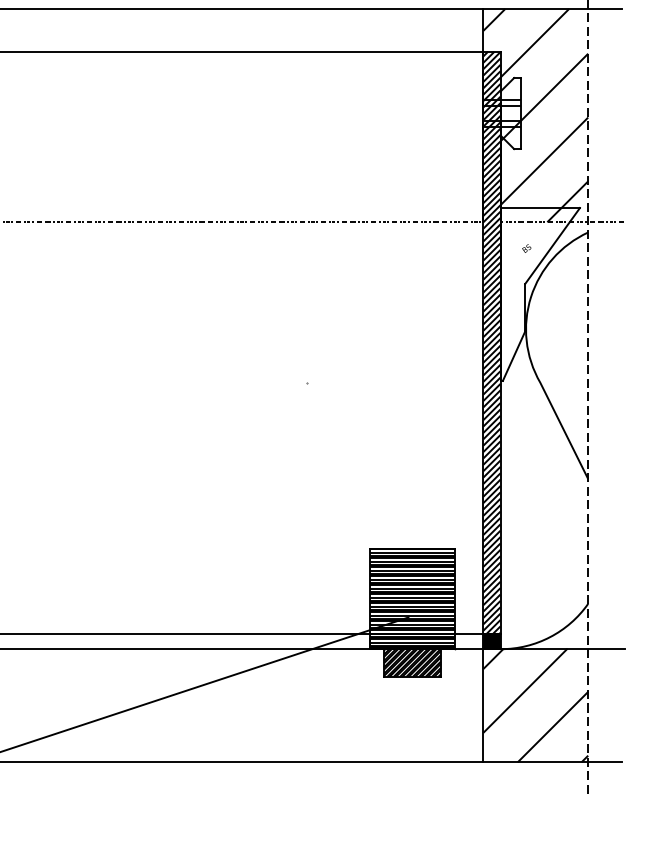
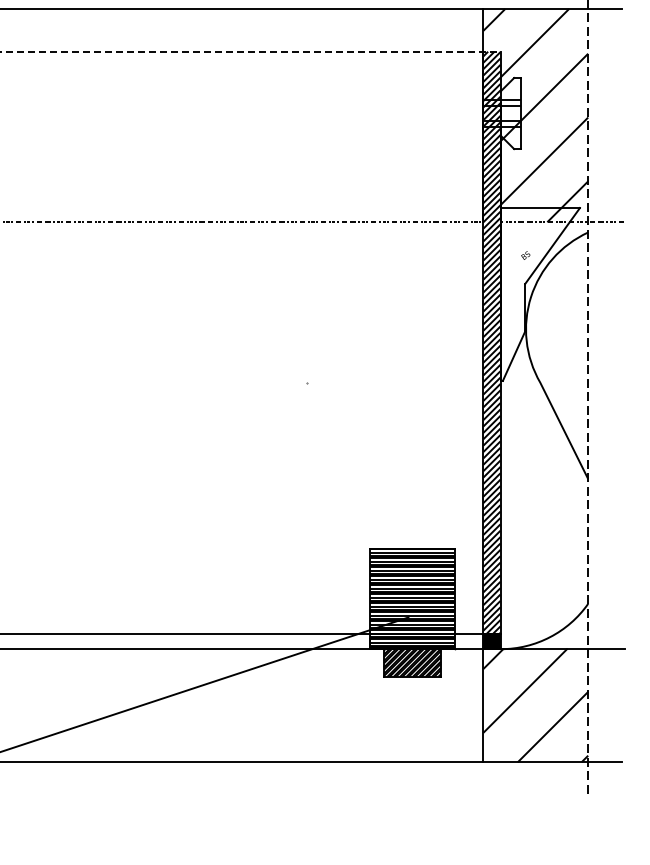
line at (250, 51): solid -> dashed
text at (526, 248) position: (526, 248) -> (525, 255)
